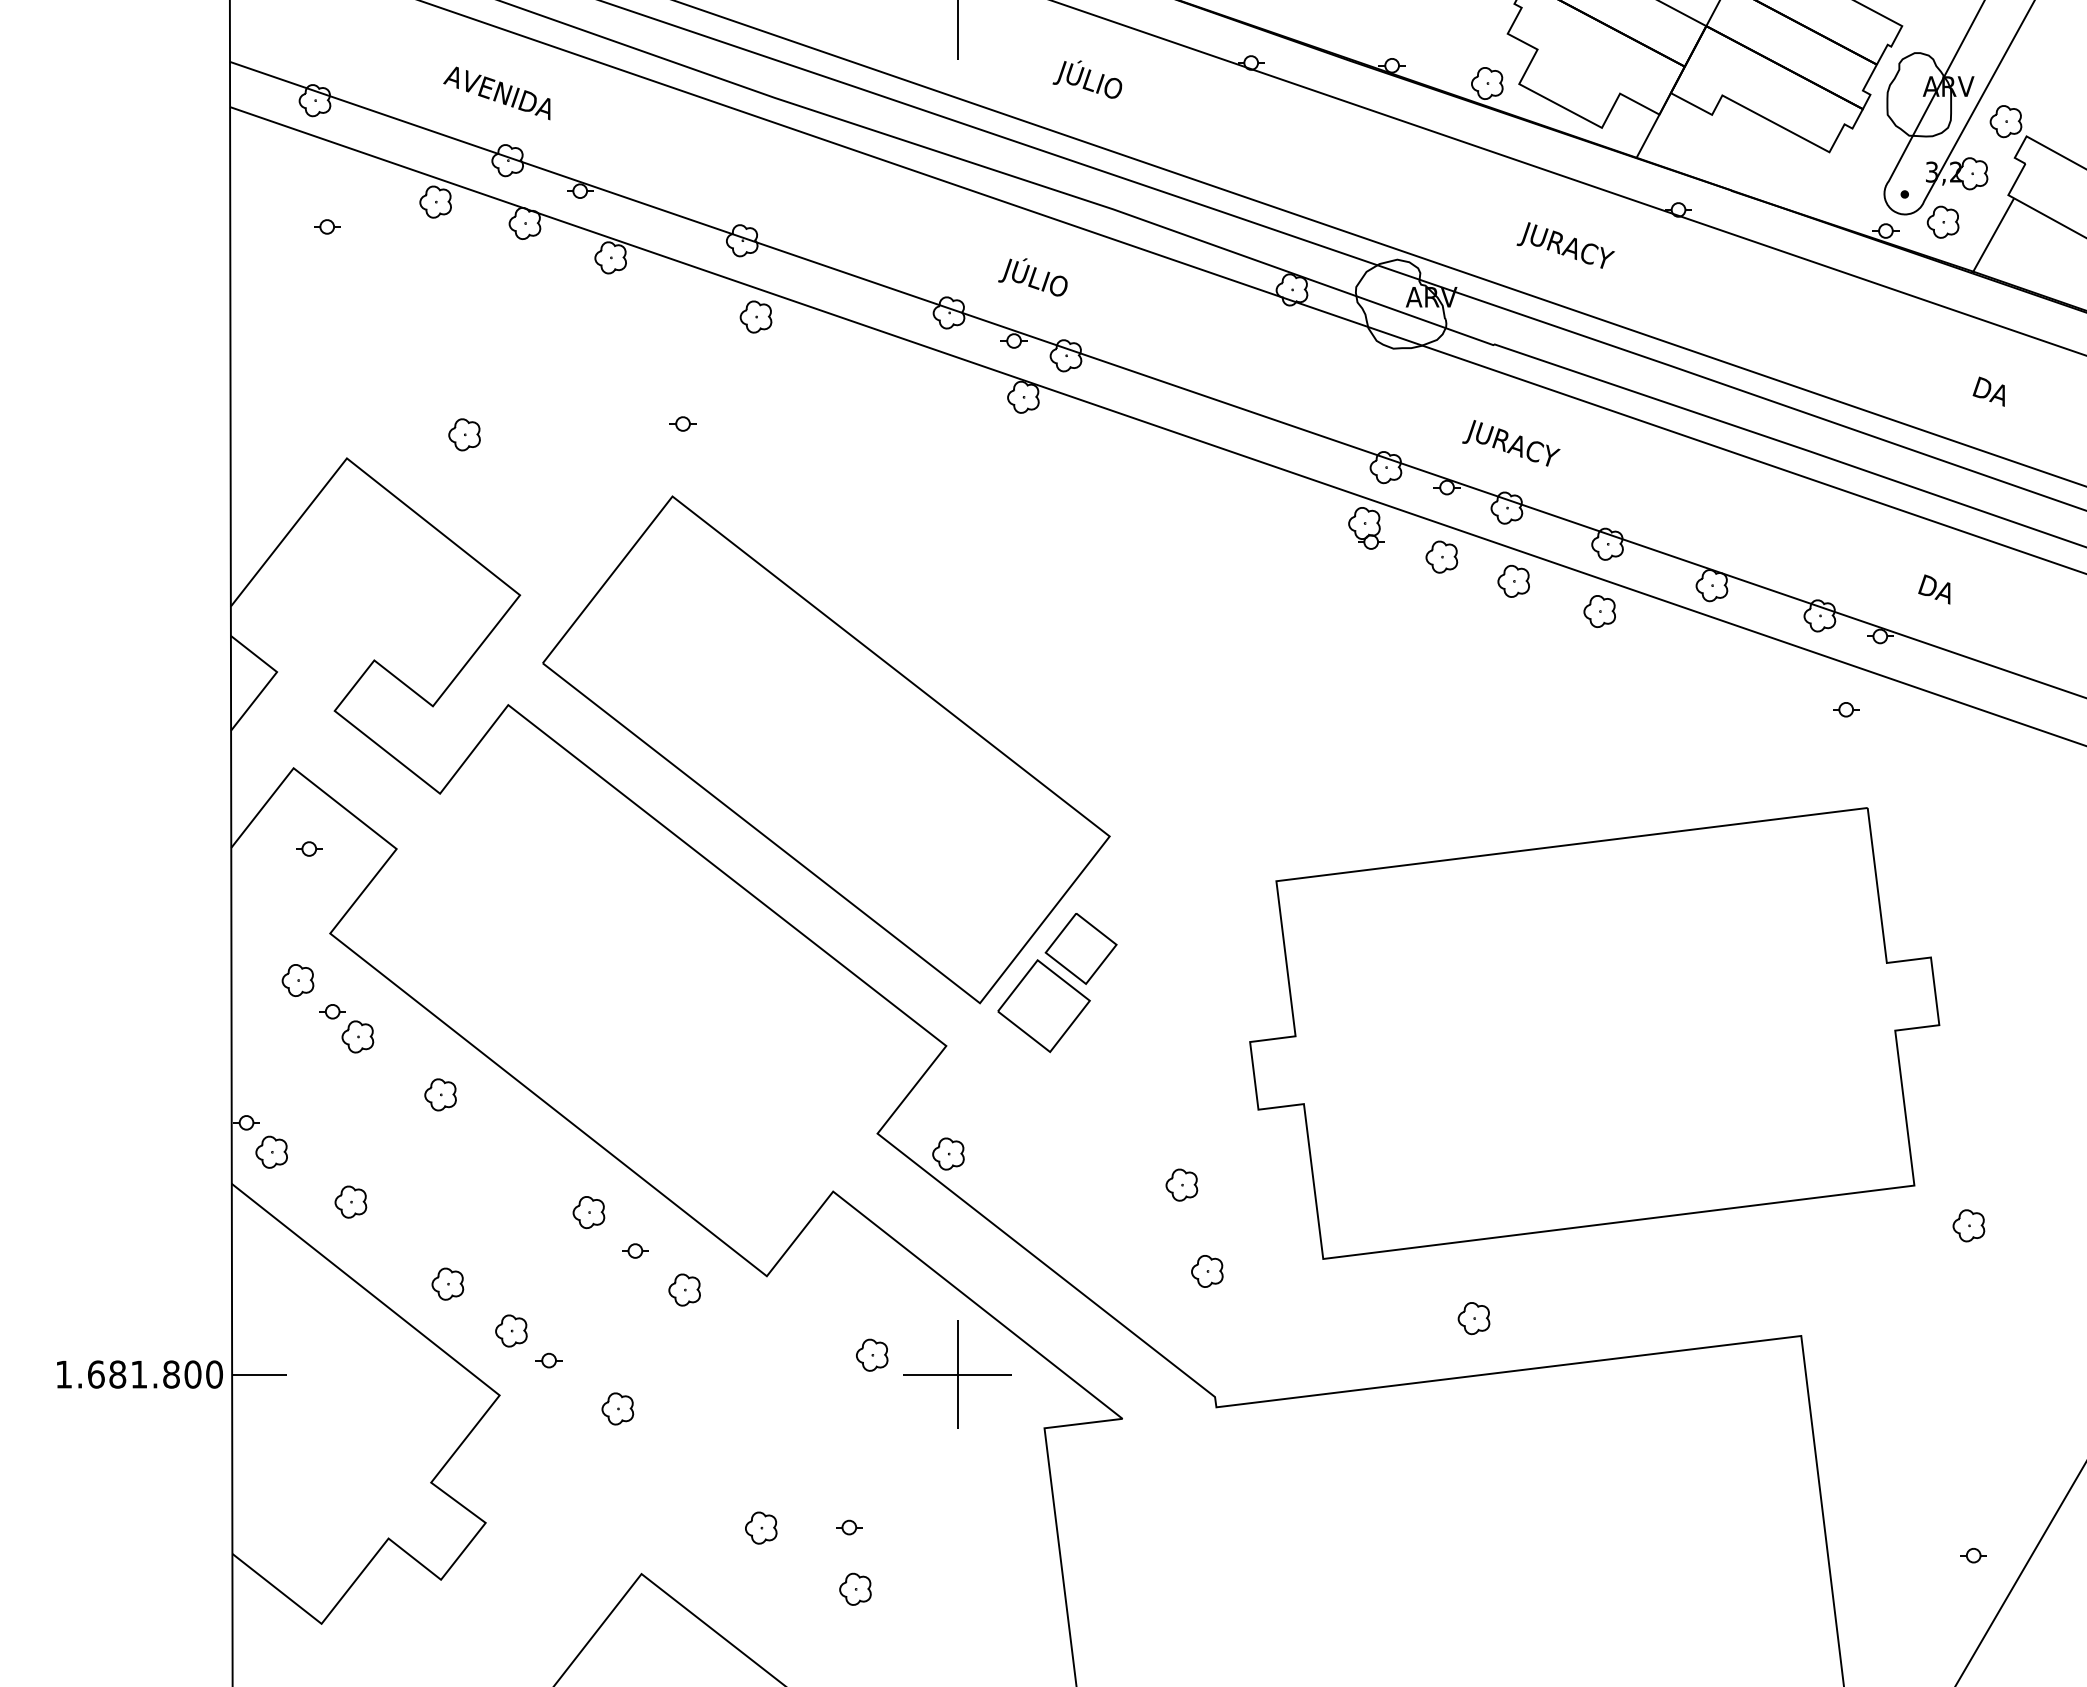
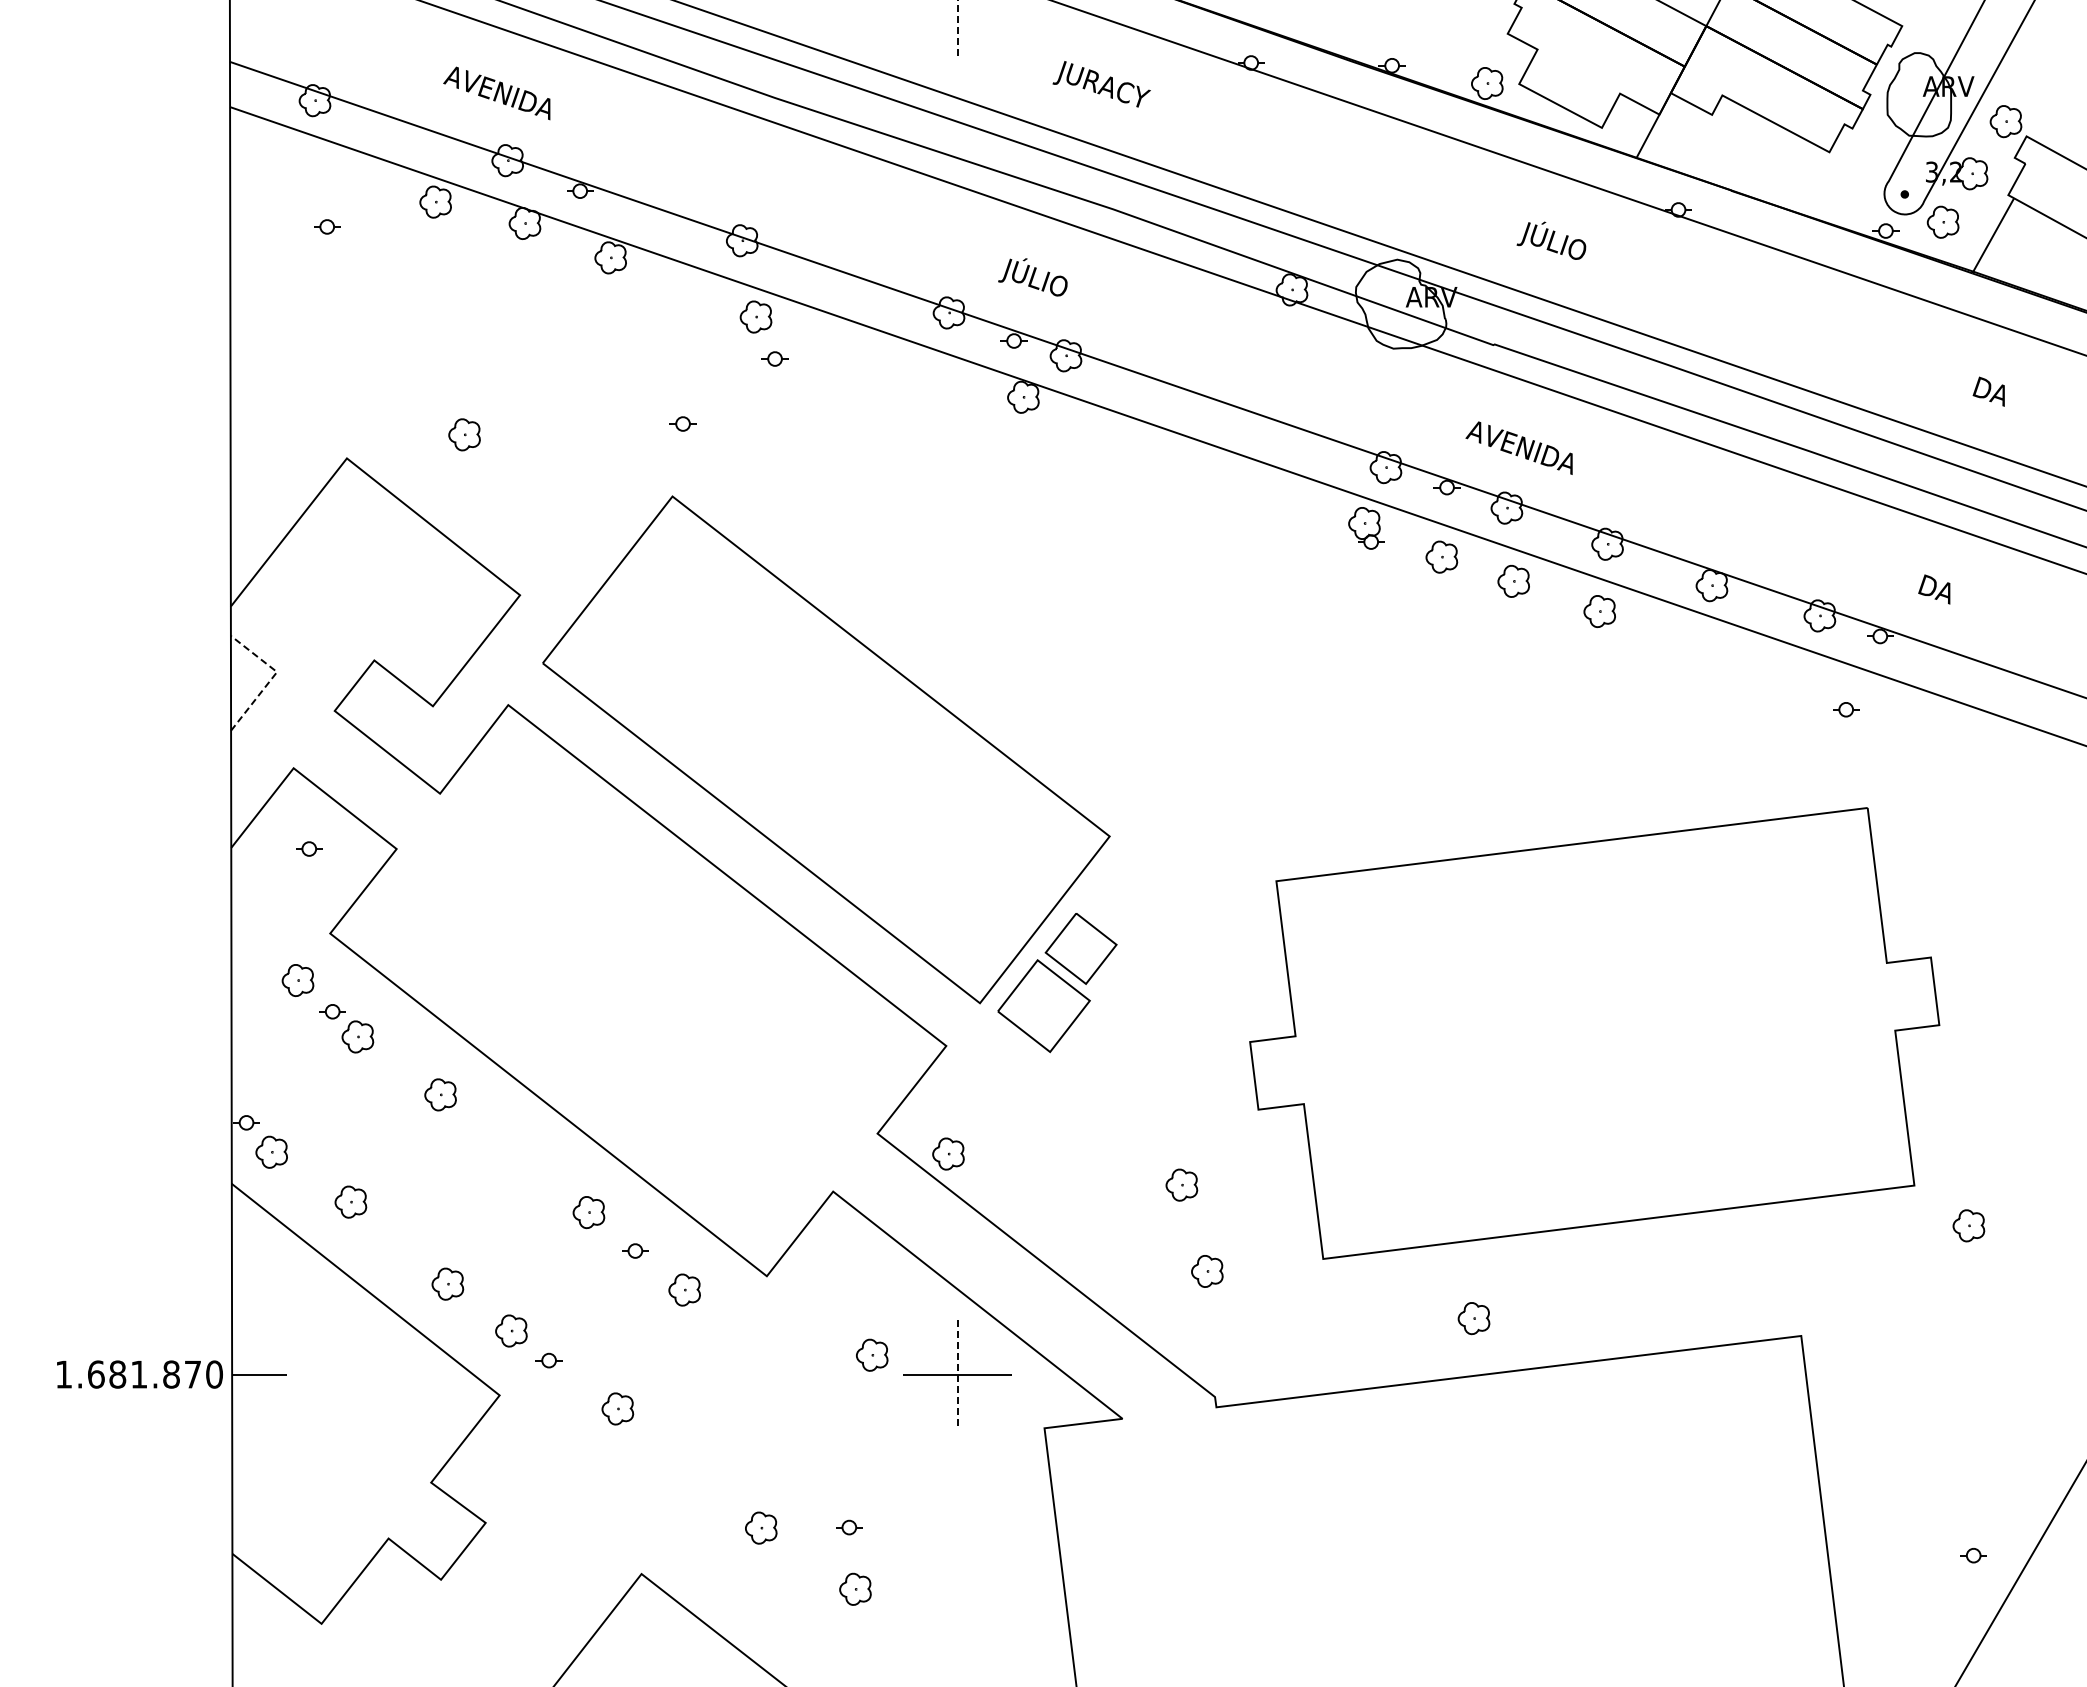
line at (957, 30): solid -> dashed
text at (1113, 83): JÚLIO -> JURACY
text at (1577, 244): JURACY -> JÚLIO
part at (774, 358): none -> present
text at (1517, 447): JURACY -> AVENIDA
line at (272, 677): solid -> dashed
text at (192, 1374): 1.681.800 -> 1.681.870
line at (957, 1374): solid -> dashed
